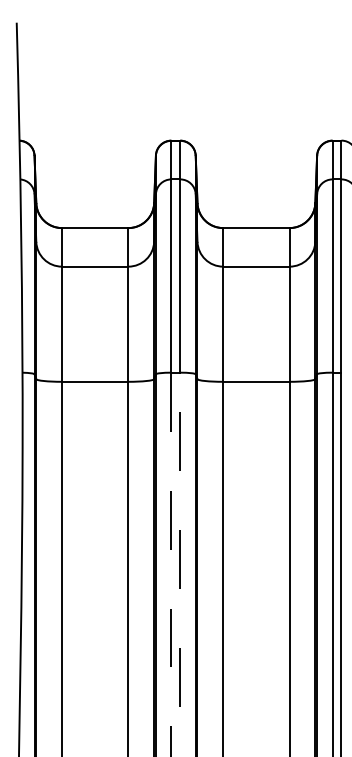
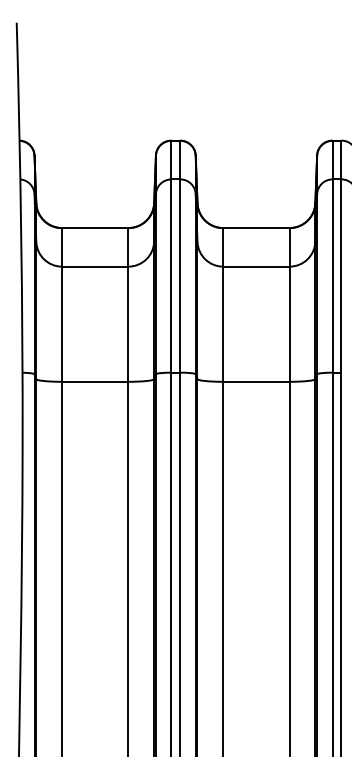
line at (171, 564): dashed -> solid
line at (180, 564): dashed -> solid
